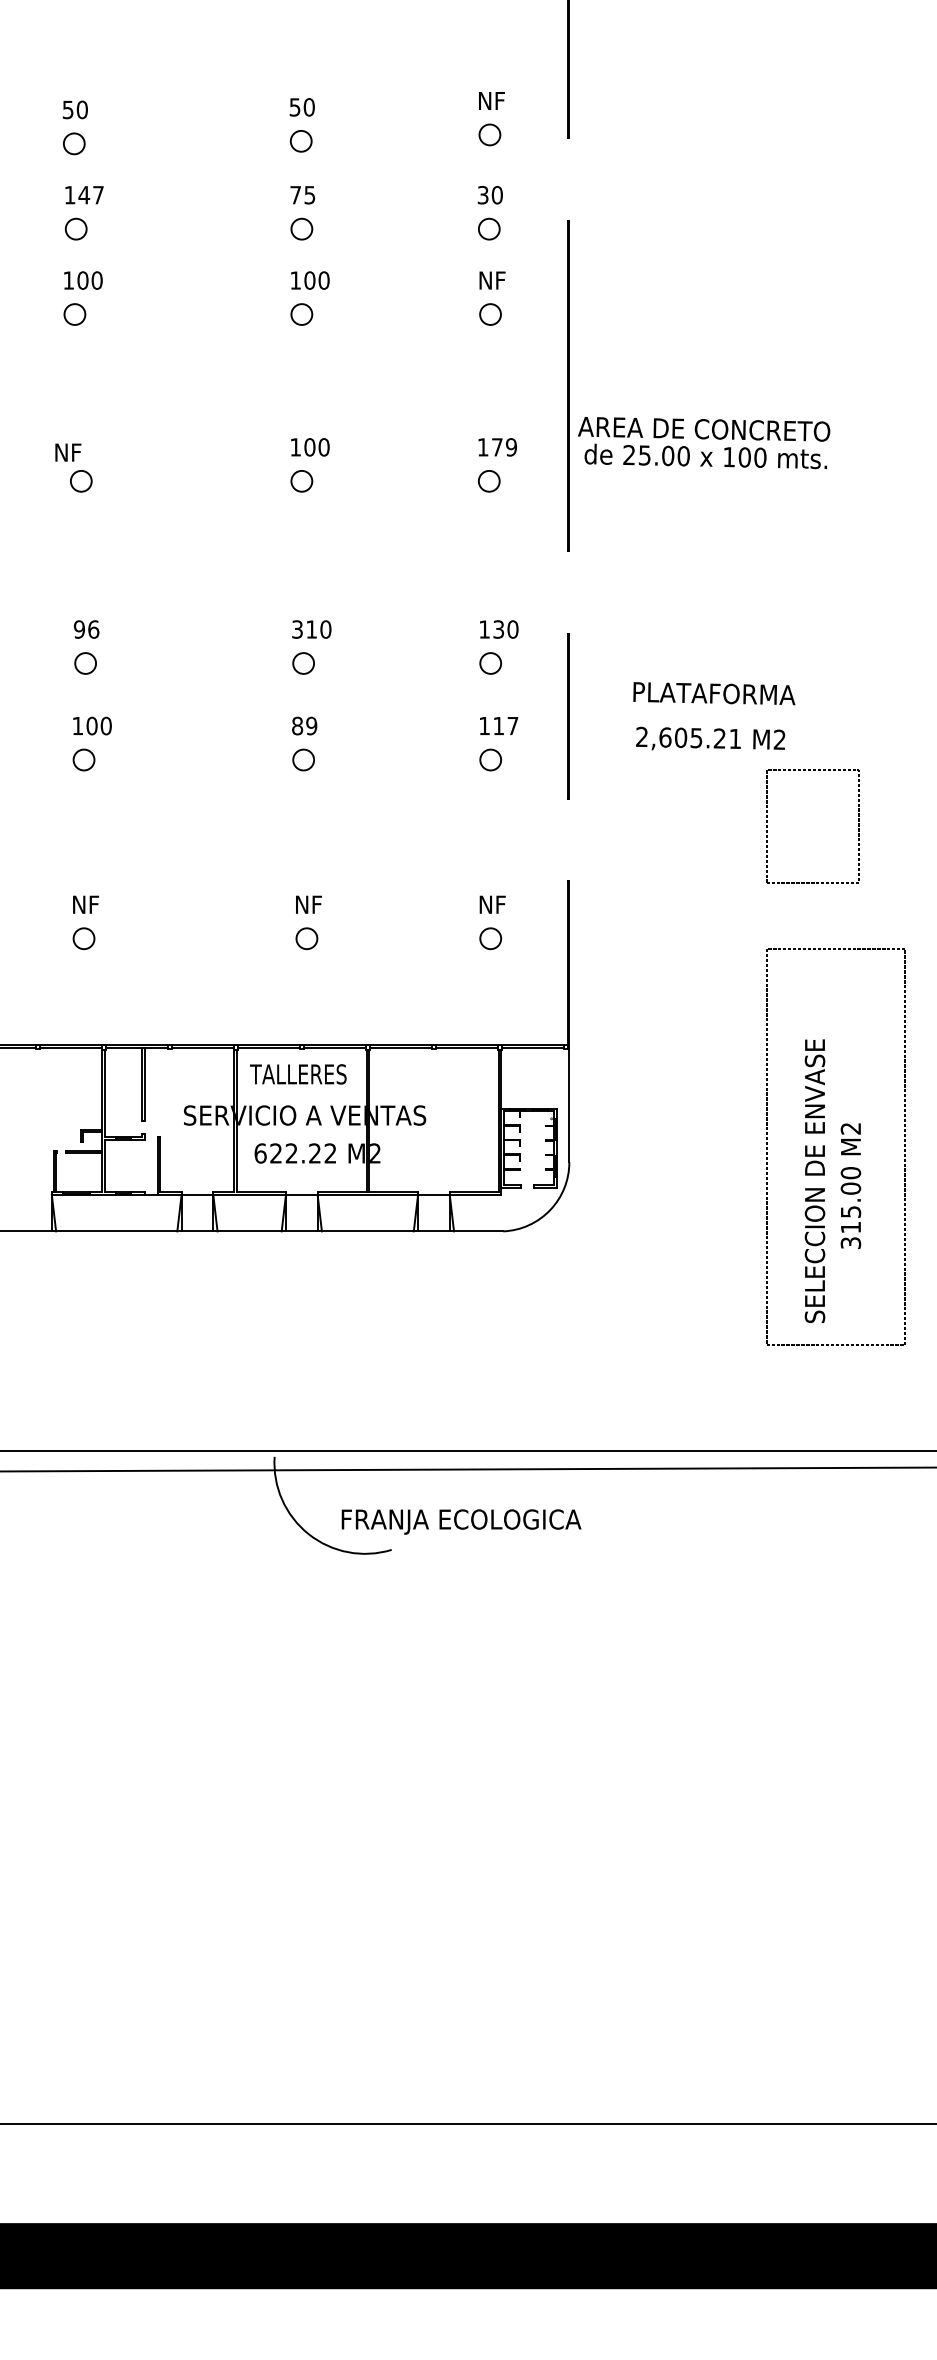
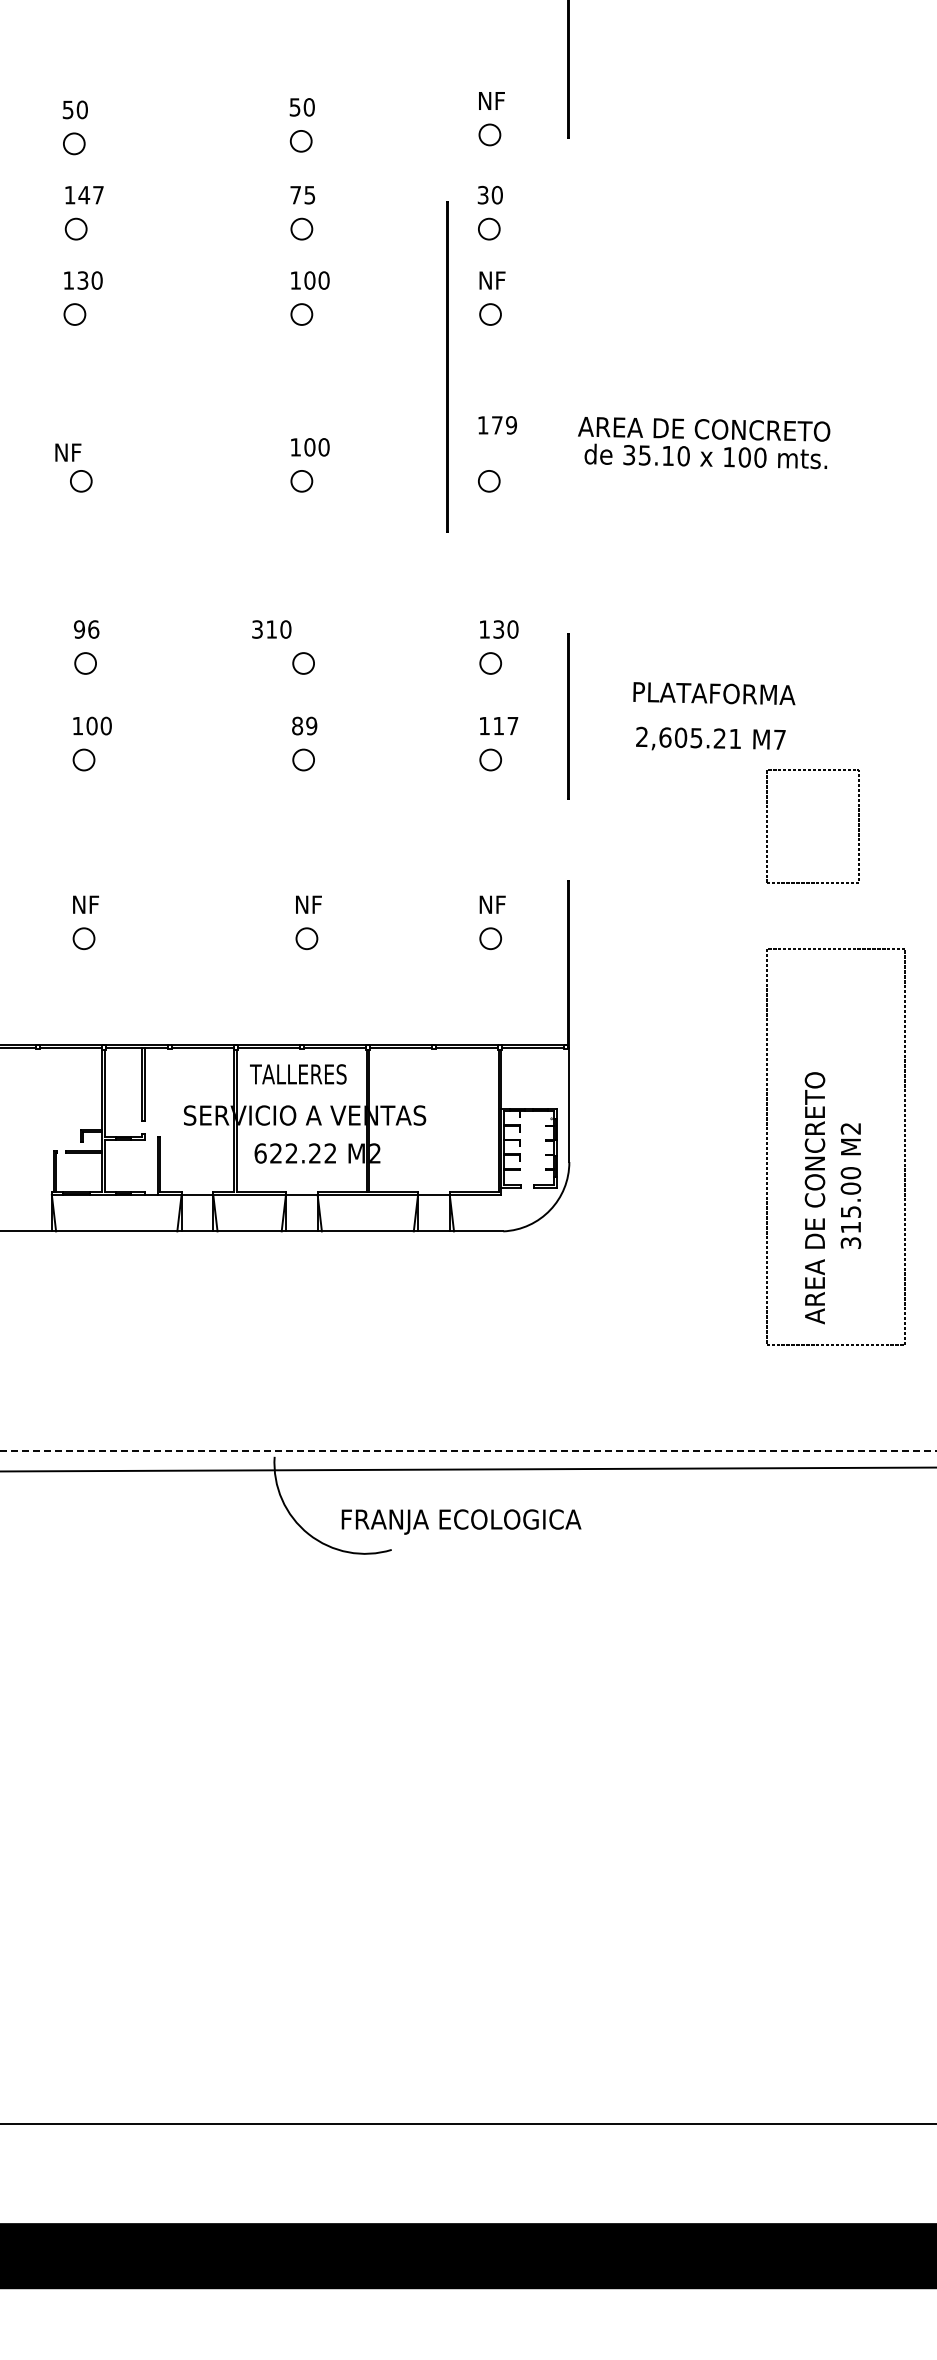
text at (82, 280): 100 -> 130
line at (568, 385) position: (568, 385) -> (447, 366)
text at (497, 447) position: (497, 447) -> (497, 425)
text at (648, 455): 25.00 -> 35.10
text at (311, 629) position: (311, 629) -> (271, 629)
text at (779, 739): M2 -> M7
text at (814, 1181): SELECCION DE ENVASE -> AREA DE CONCRETO
line at (468, 1450): solid -> dashed
